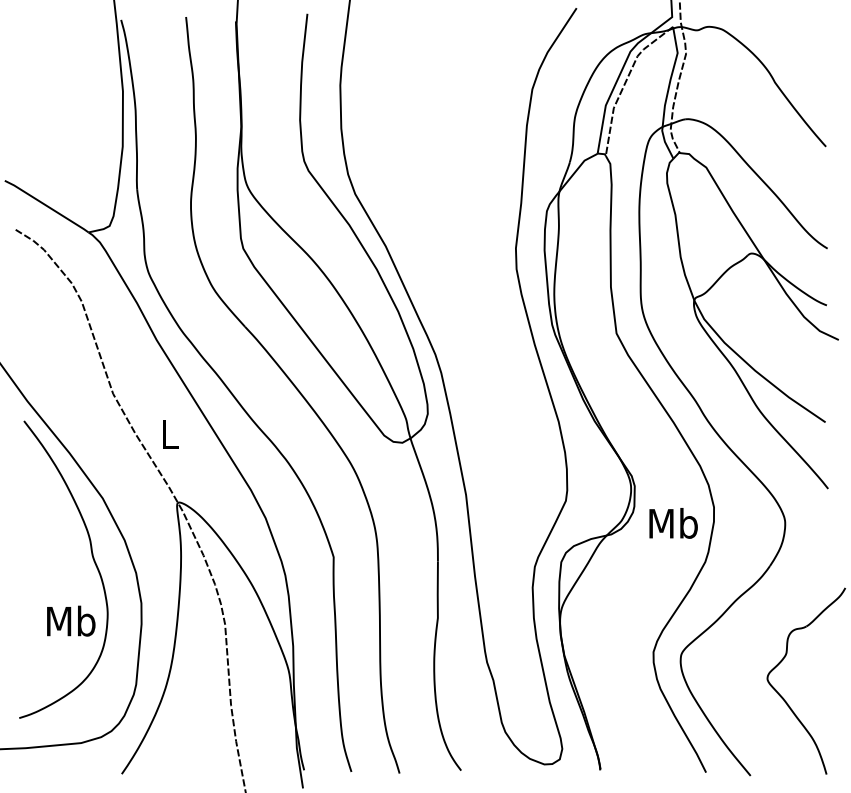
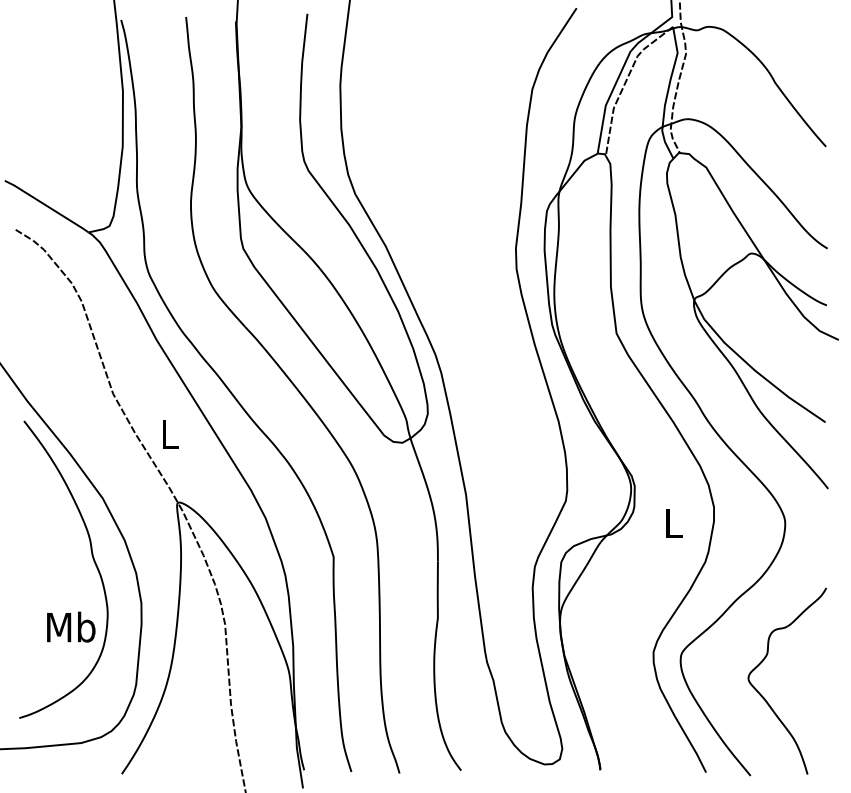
text at (673, 523): Mb -> L
text at (71, 620) position: (71, 620) -> (71, 626)
part at (784, 698) position: (784, 698) -> (765, 698)
